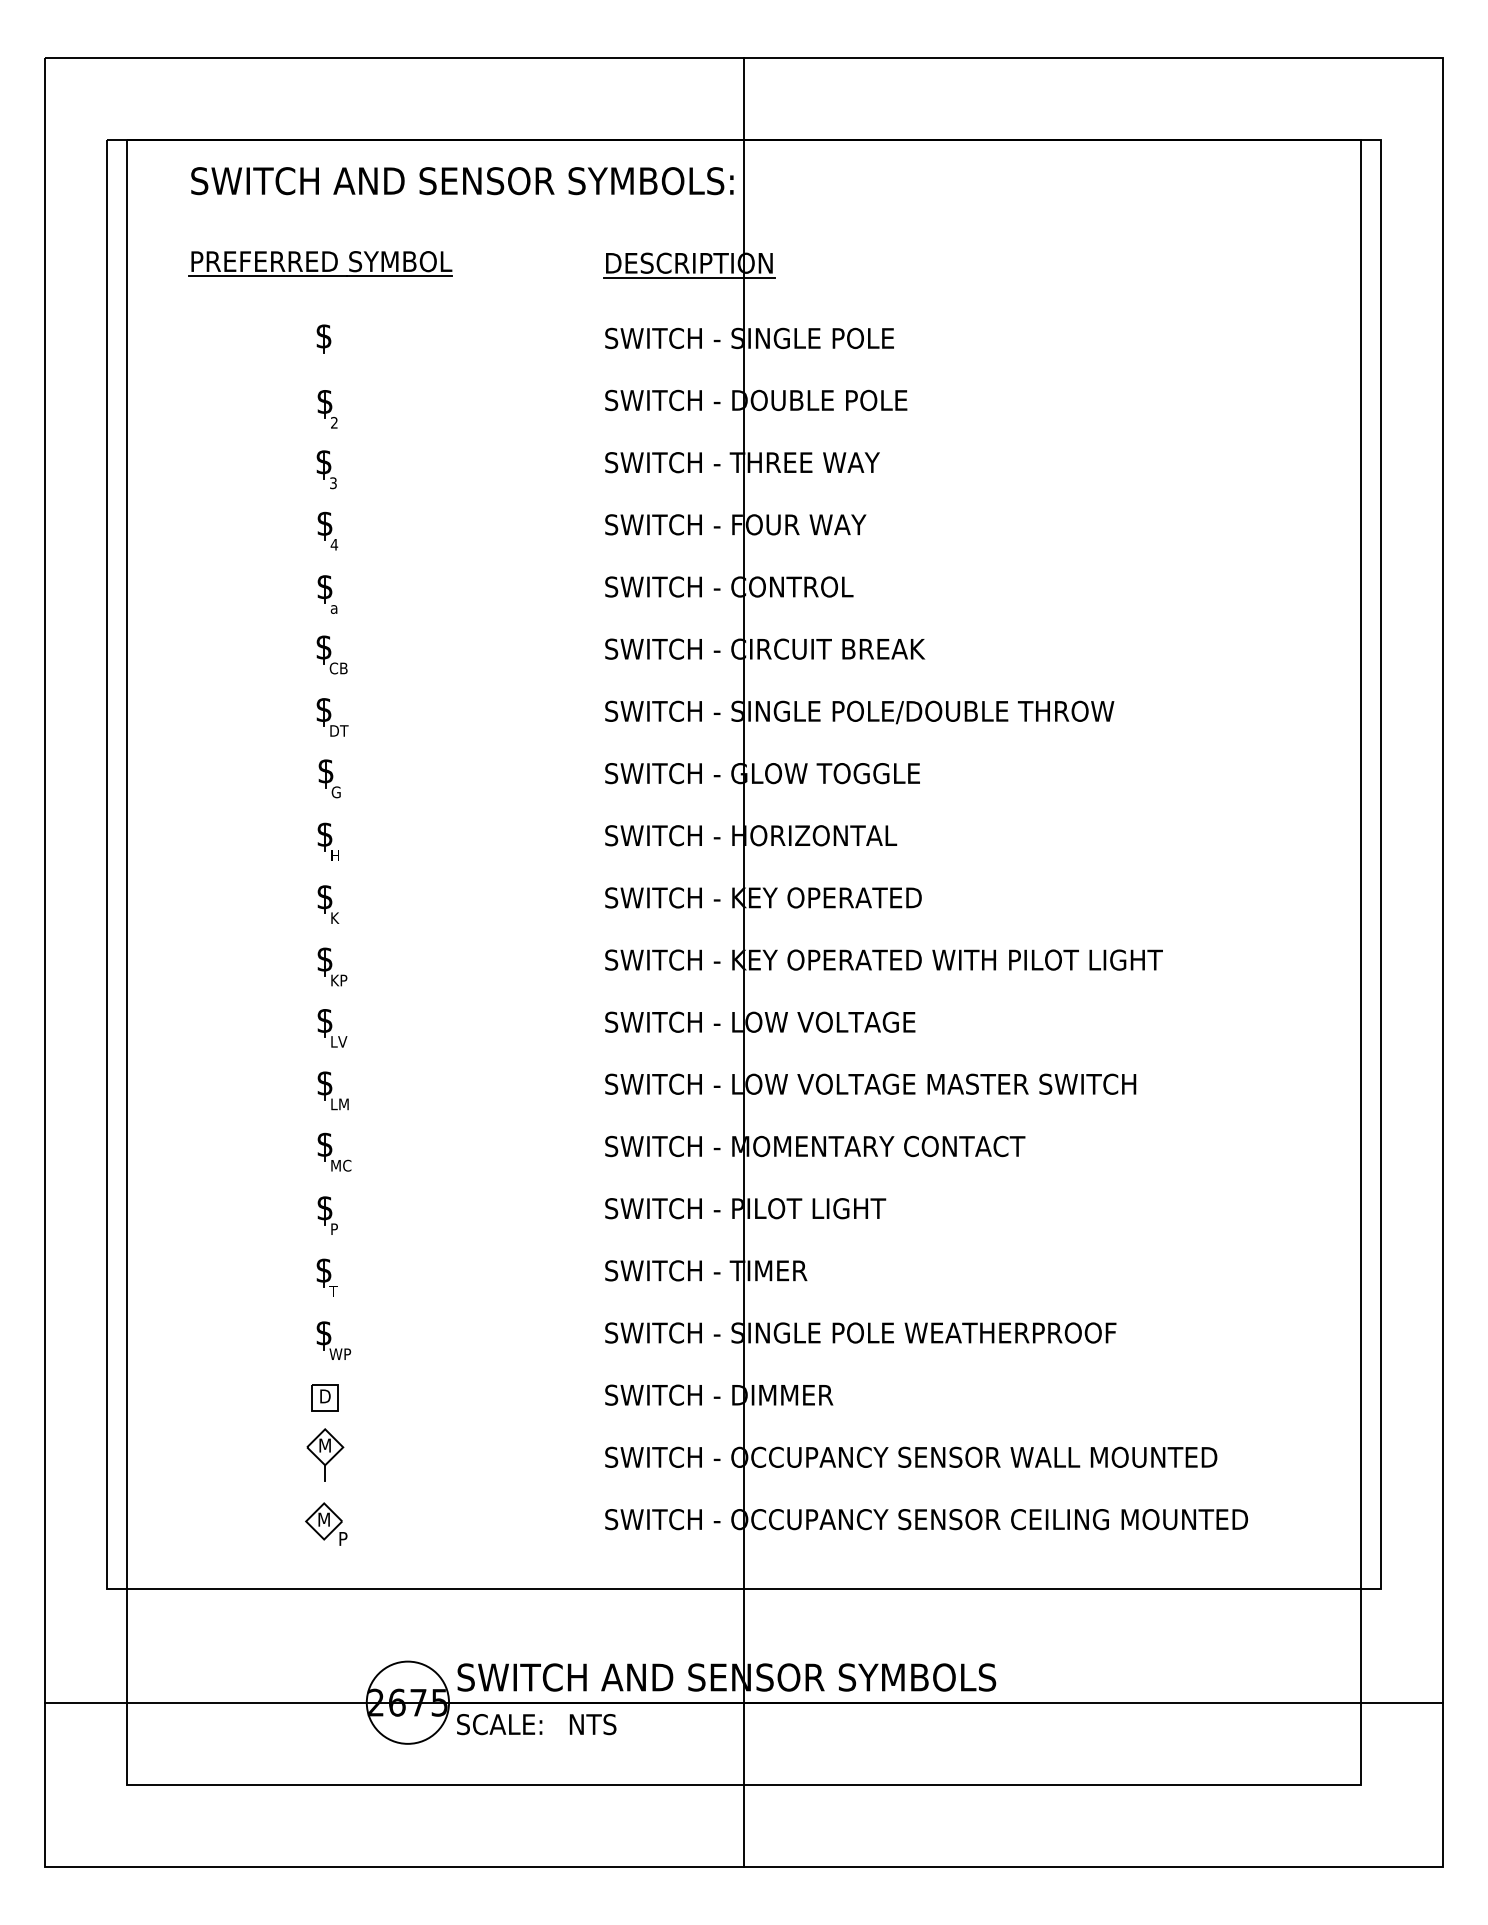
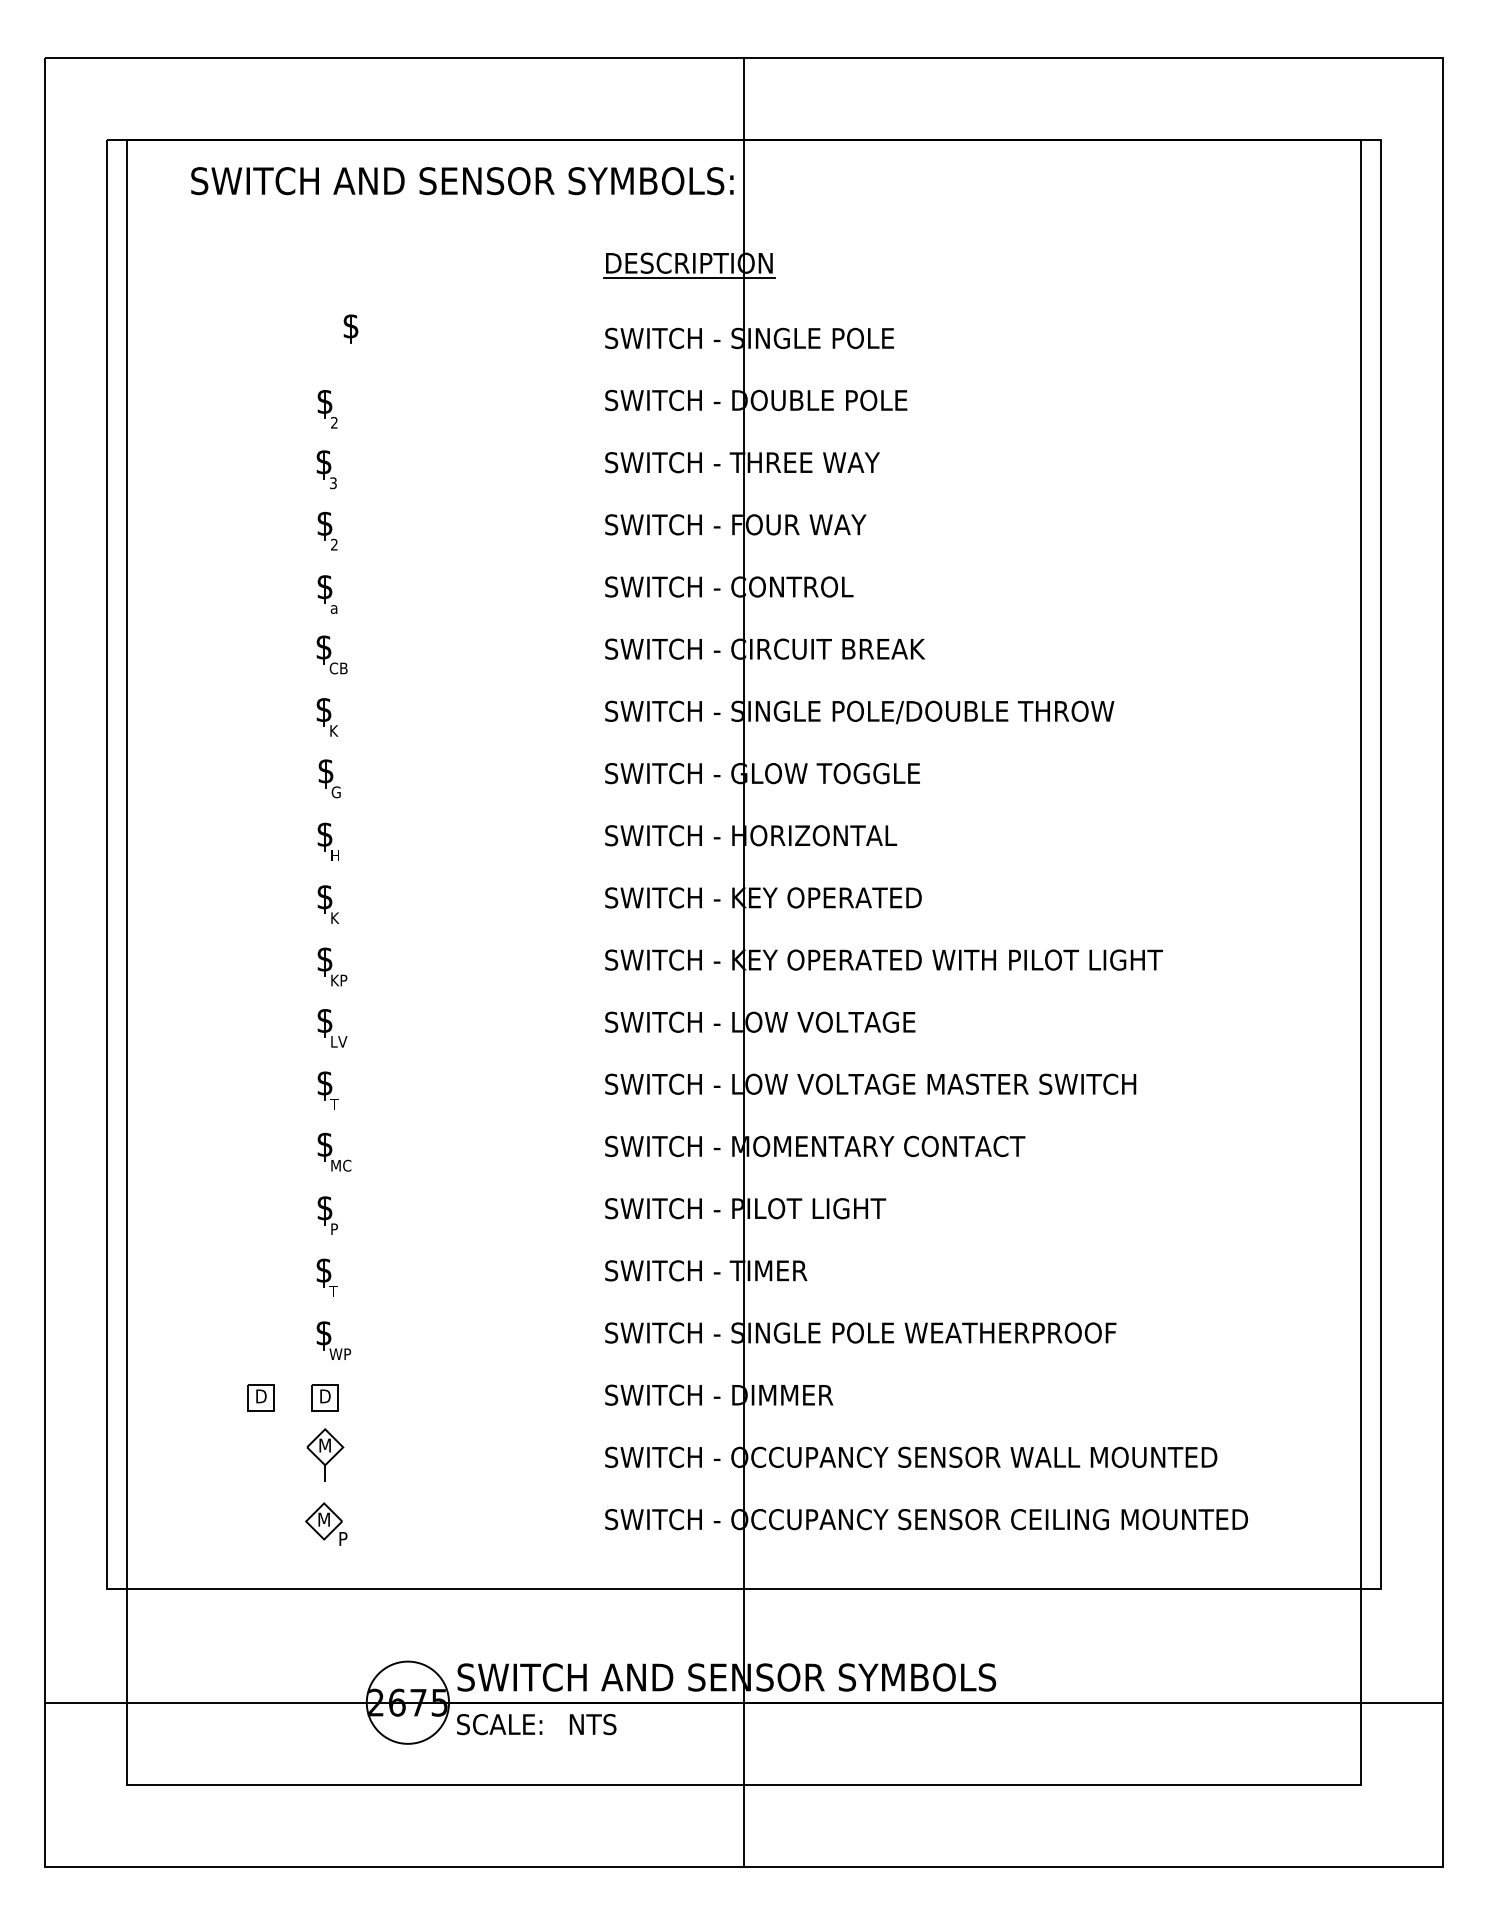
part at (320, 263): present -> none
part at (323, 338) position: (323, 338) -> (350, 328)
text at (334, 544): 4 -> 2
text at (339, 730): DT -> K
text at (339, 1104): LM -> T
part at (260, 1397): none -> present
